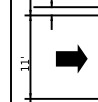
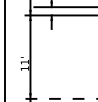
line at (11, 50) position: (11, 50) -> (5, 50)
part at (71, 58): present -> none
line at (61, 98): solid -> dashed
